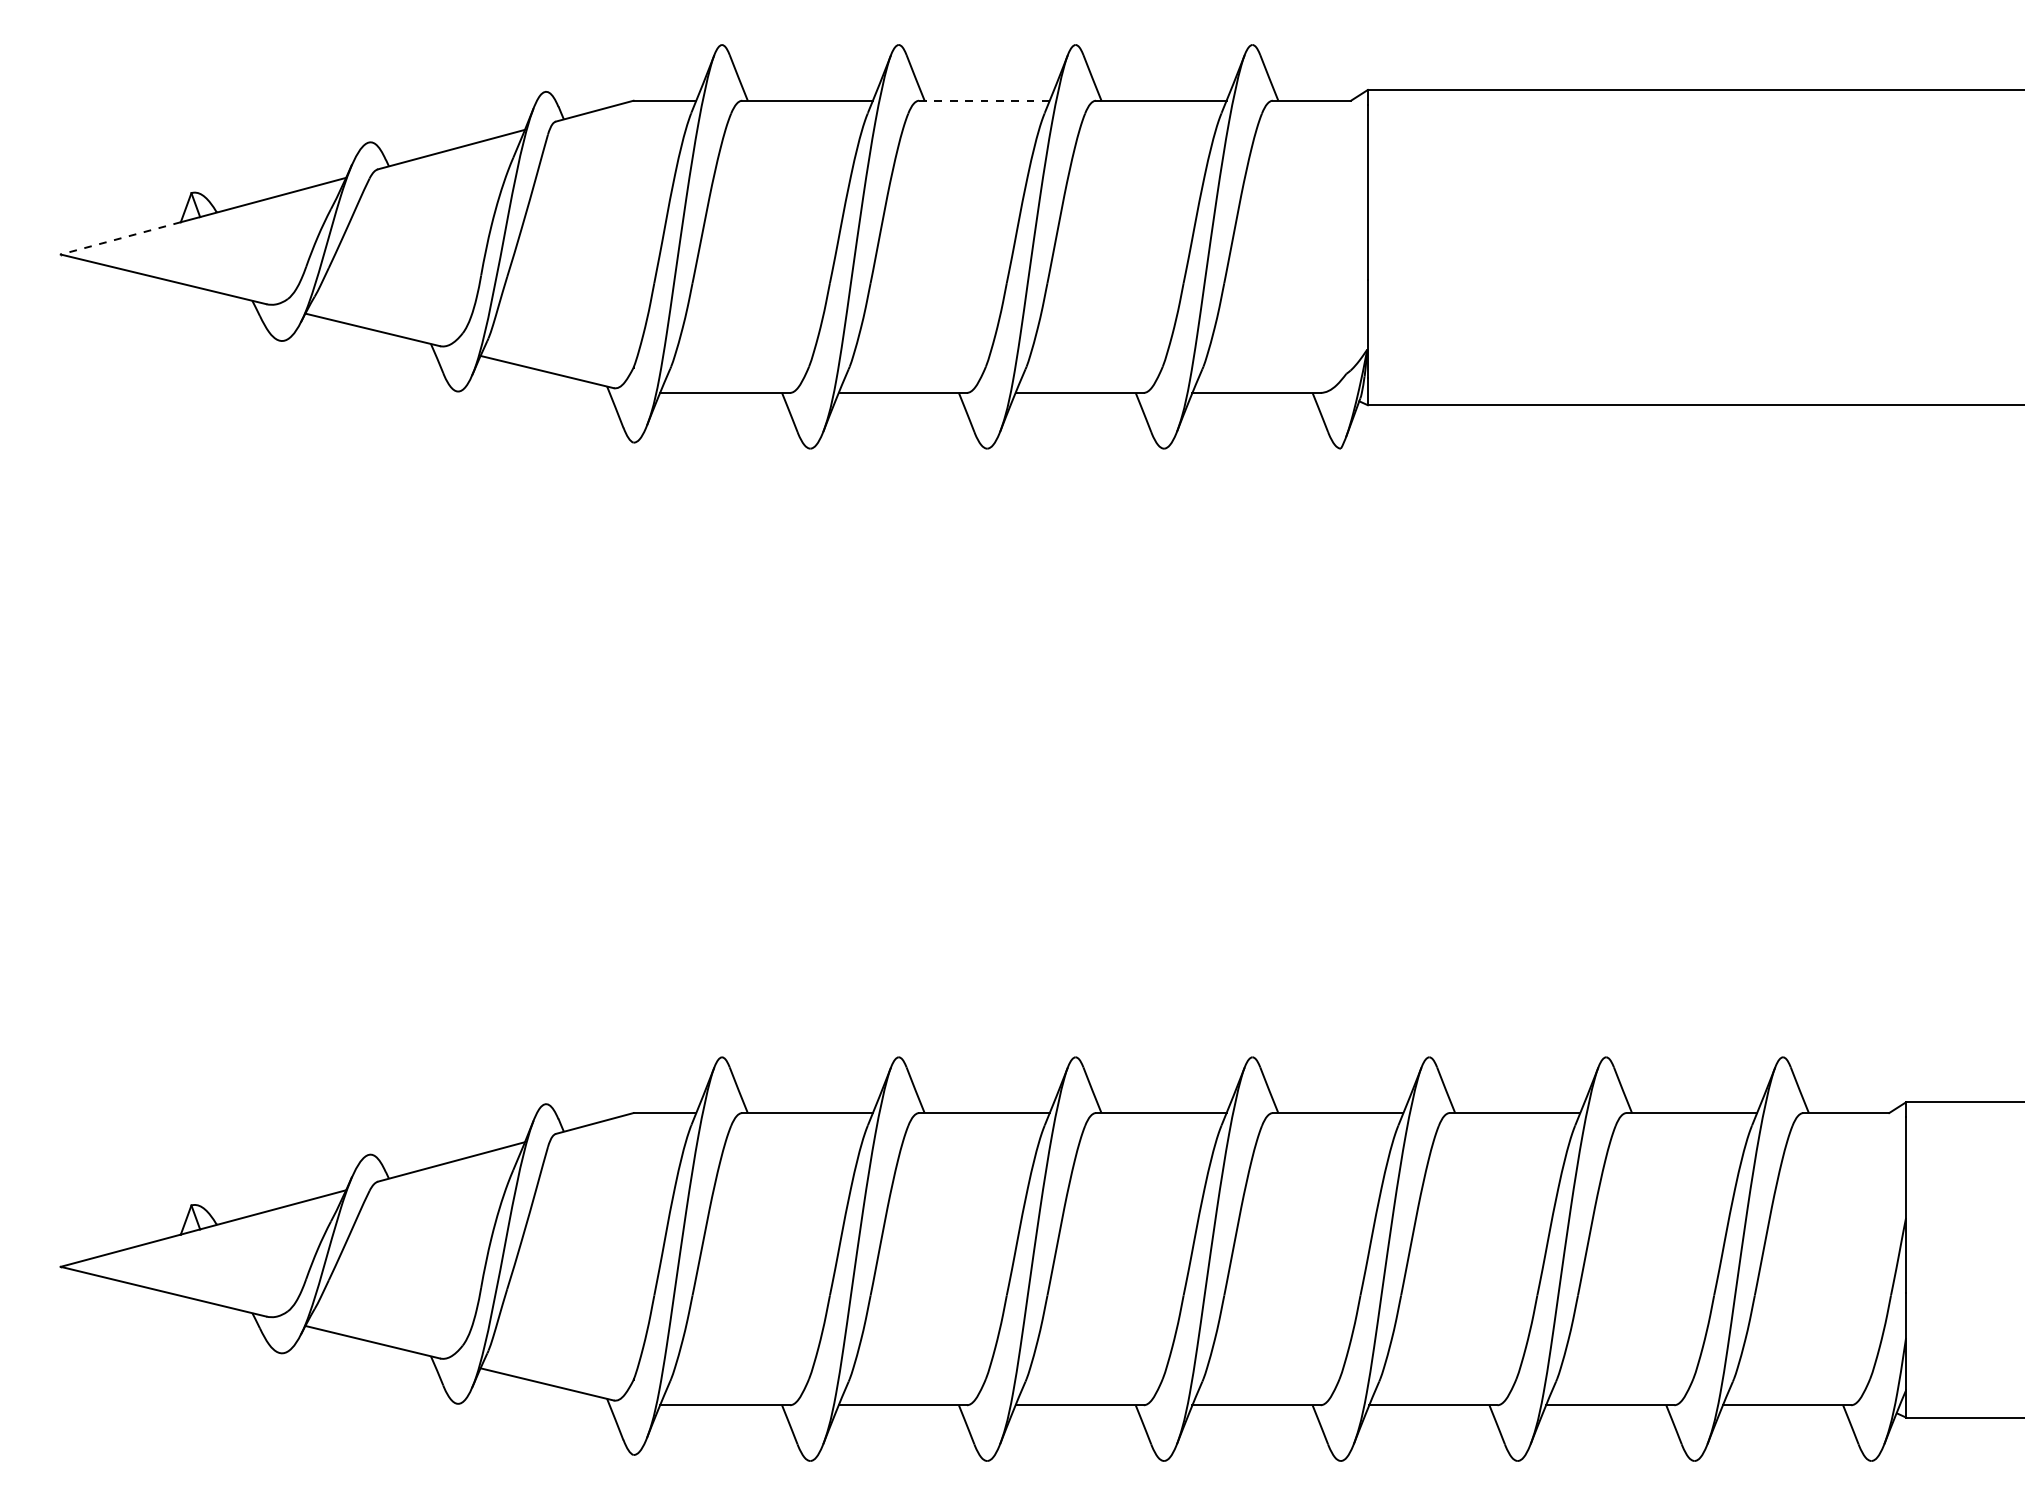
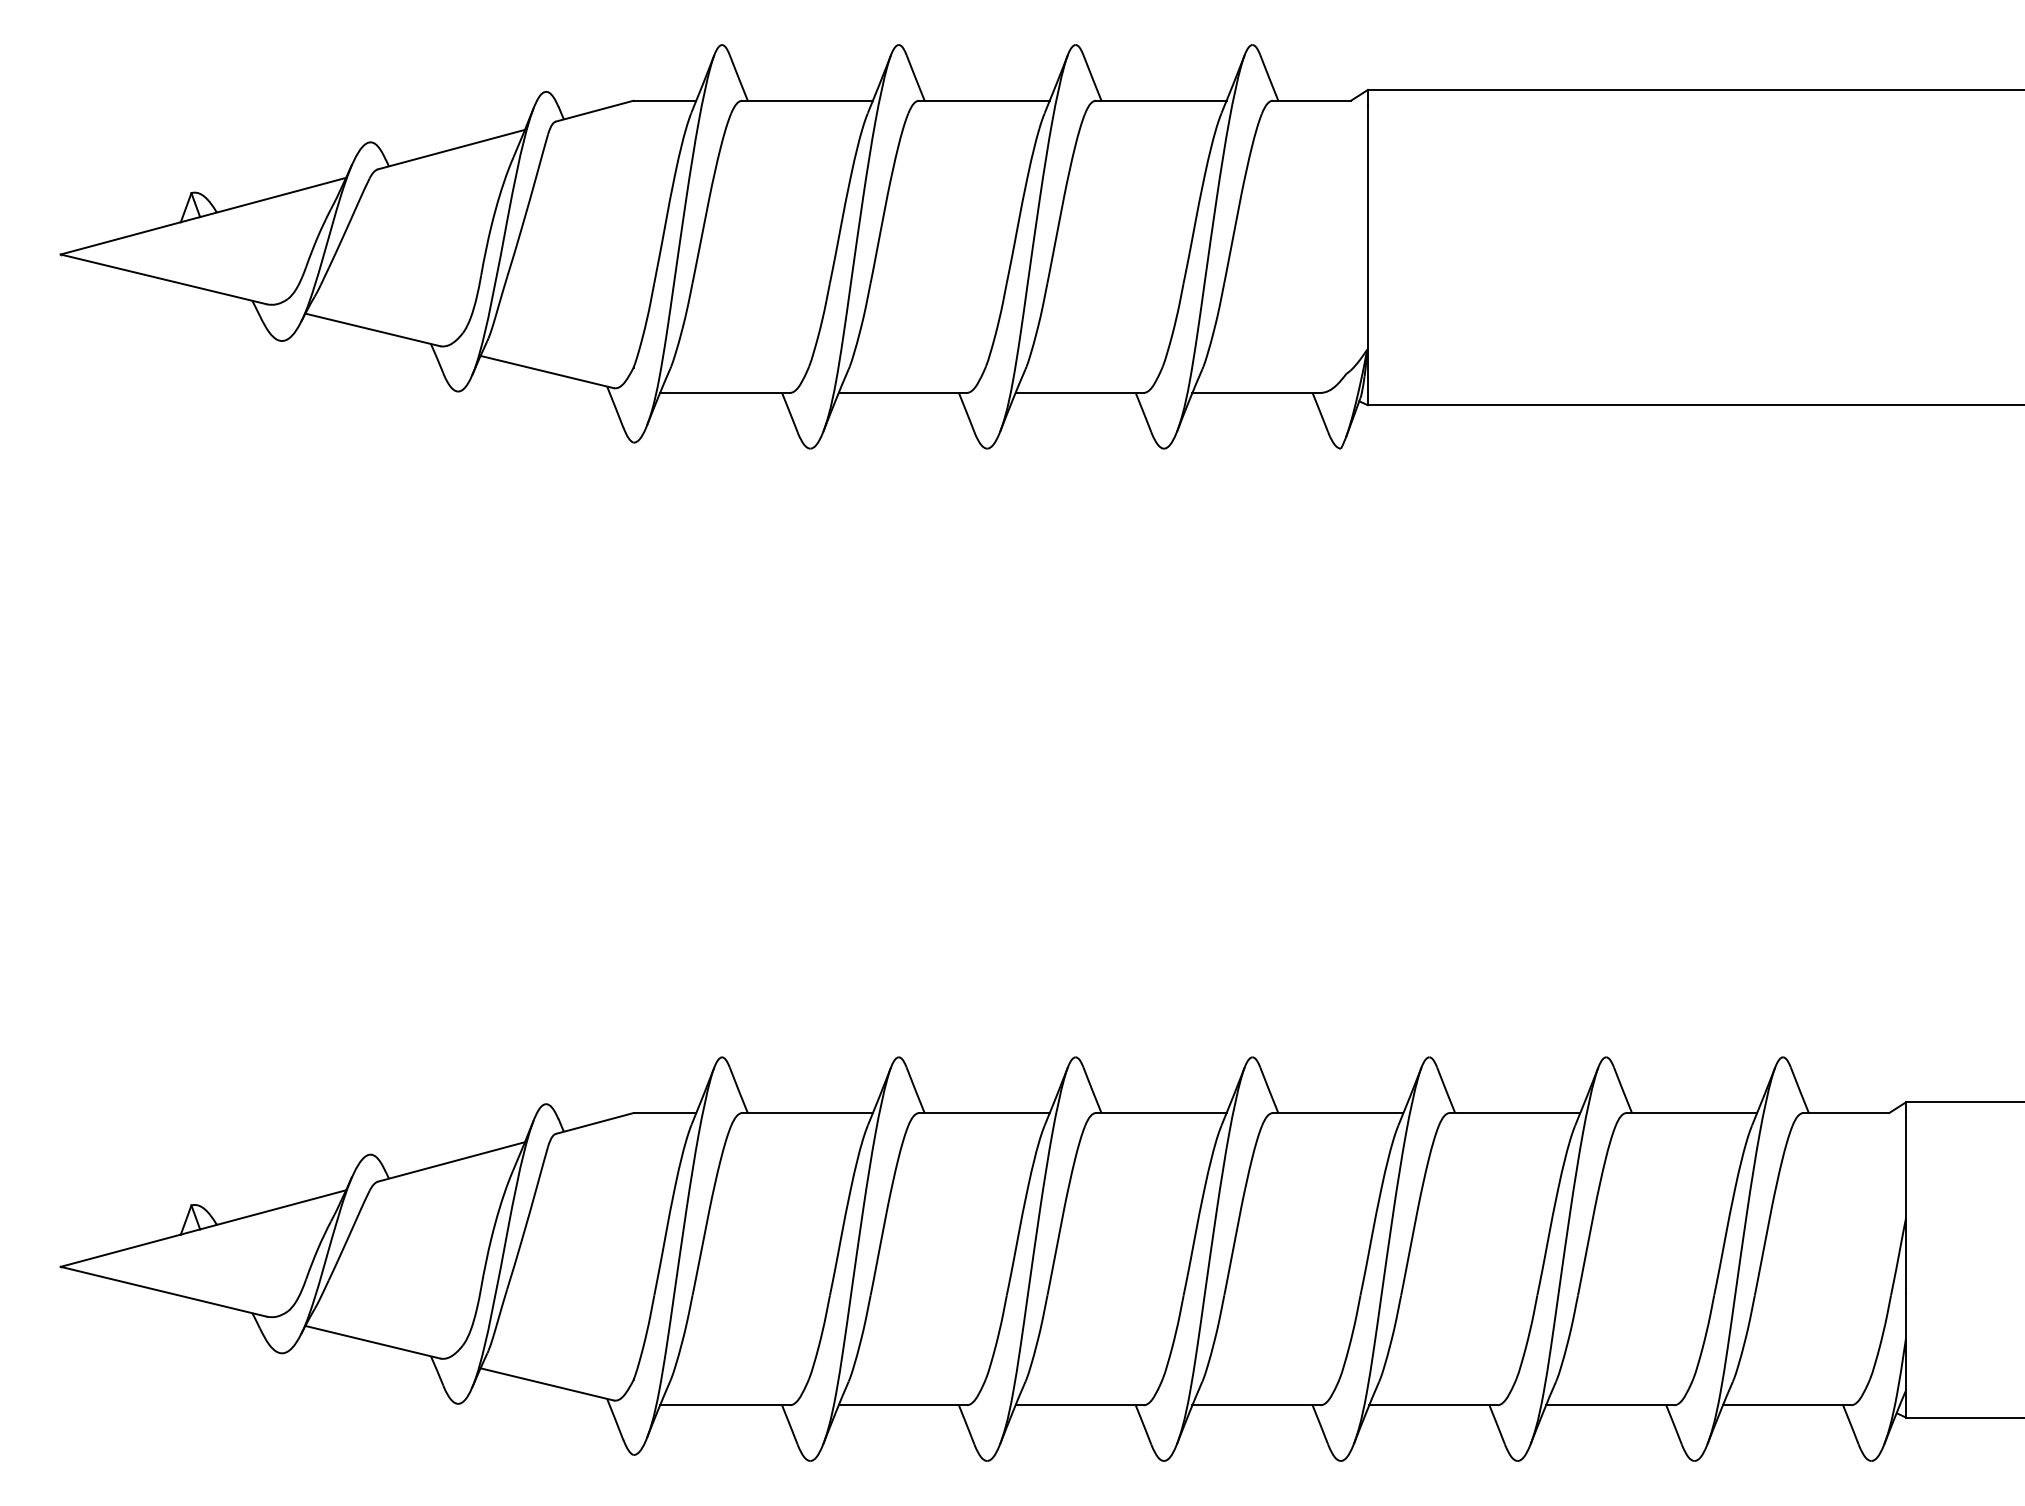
line at (983, 100): dashed -> solid
line at (120, 238): dashed -> solid
